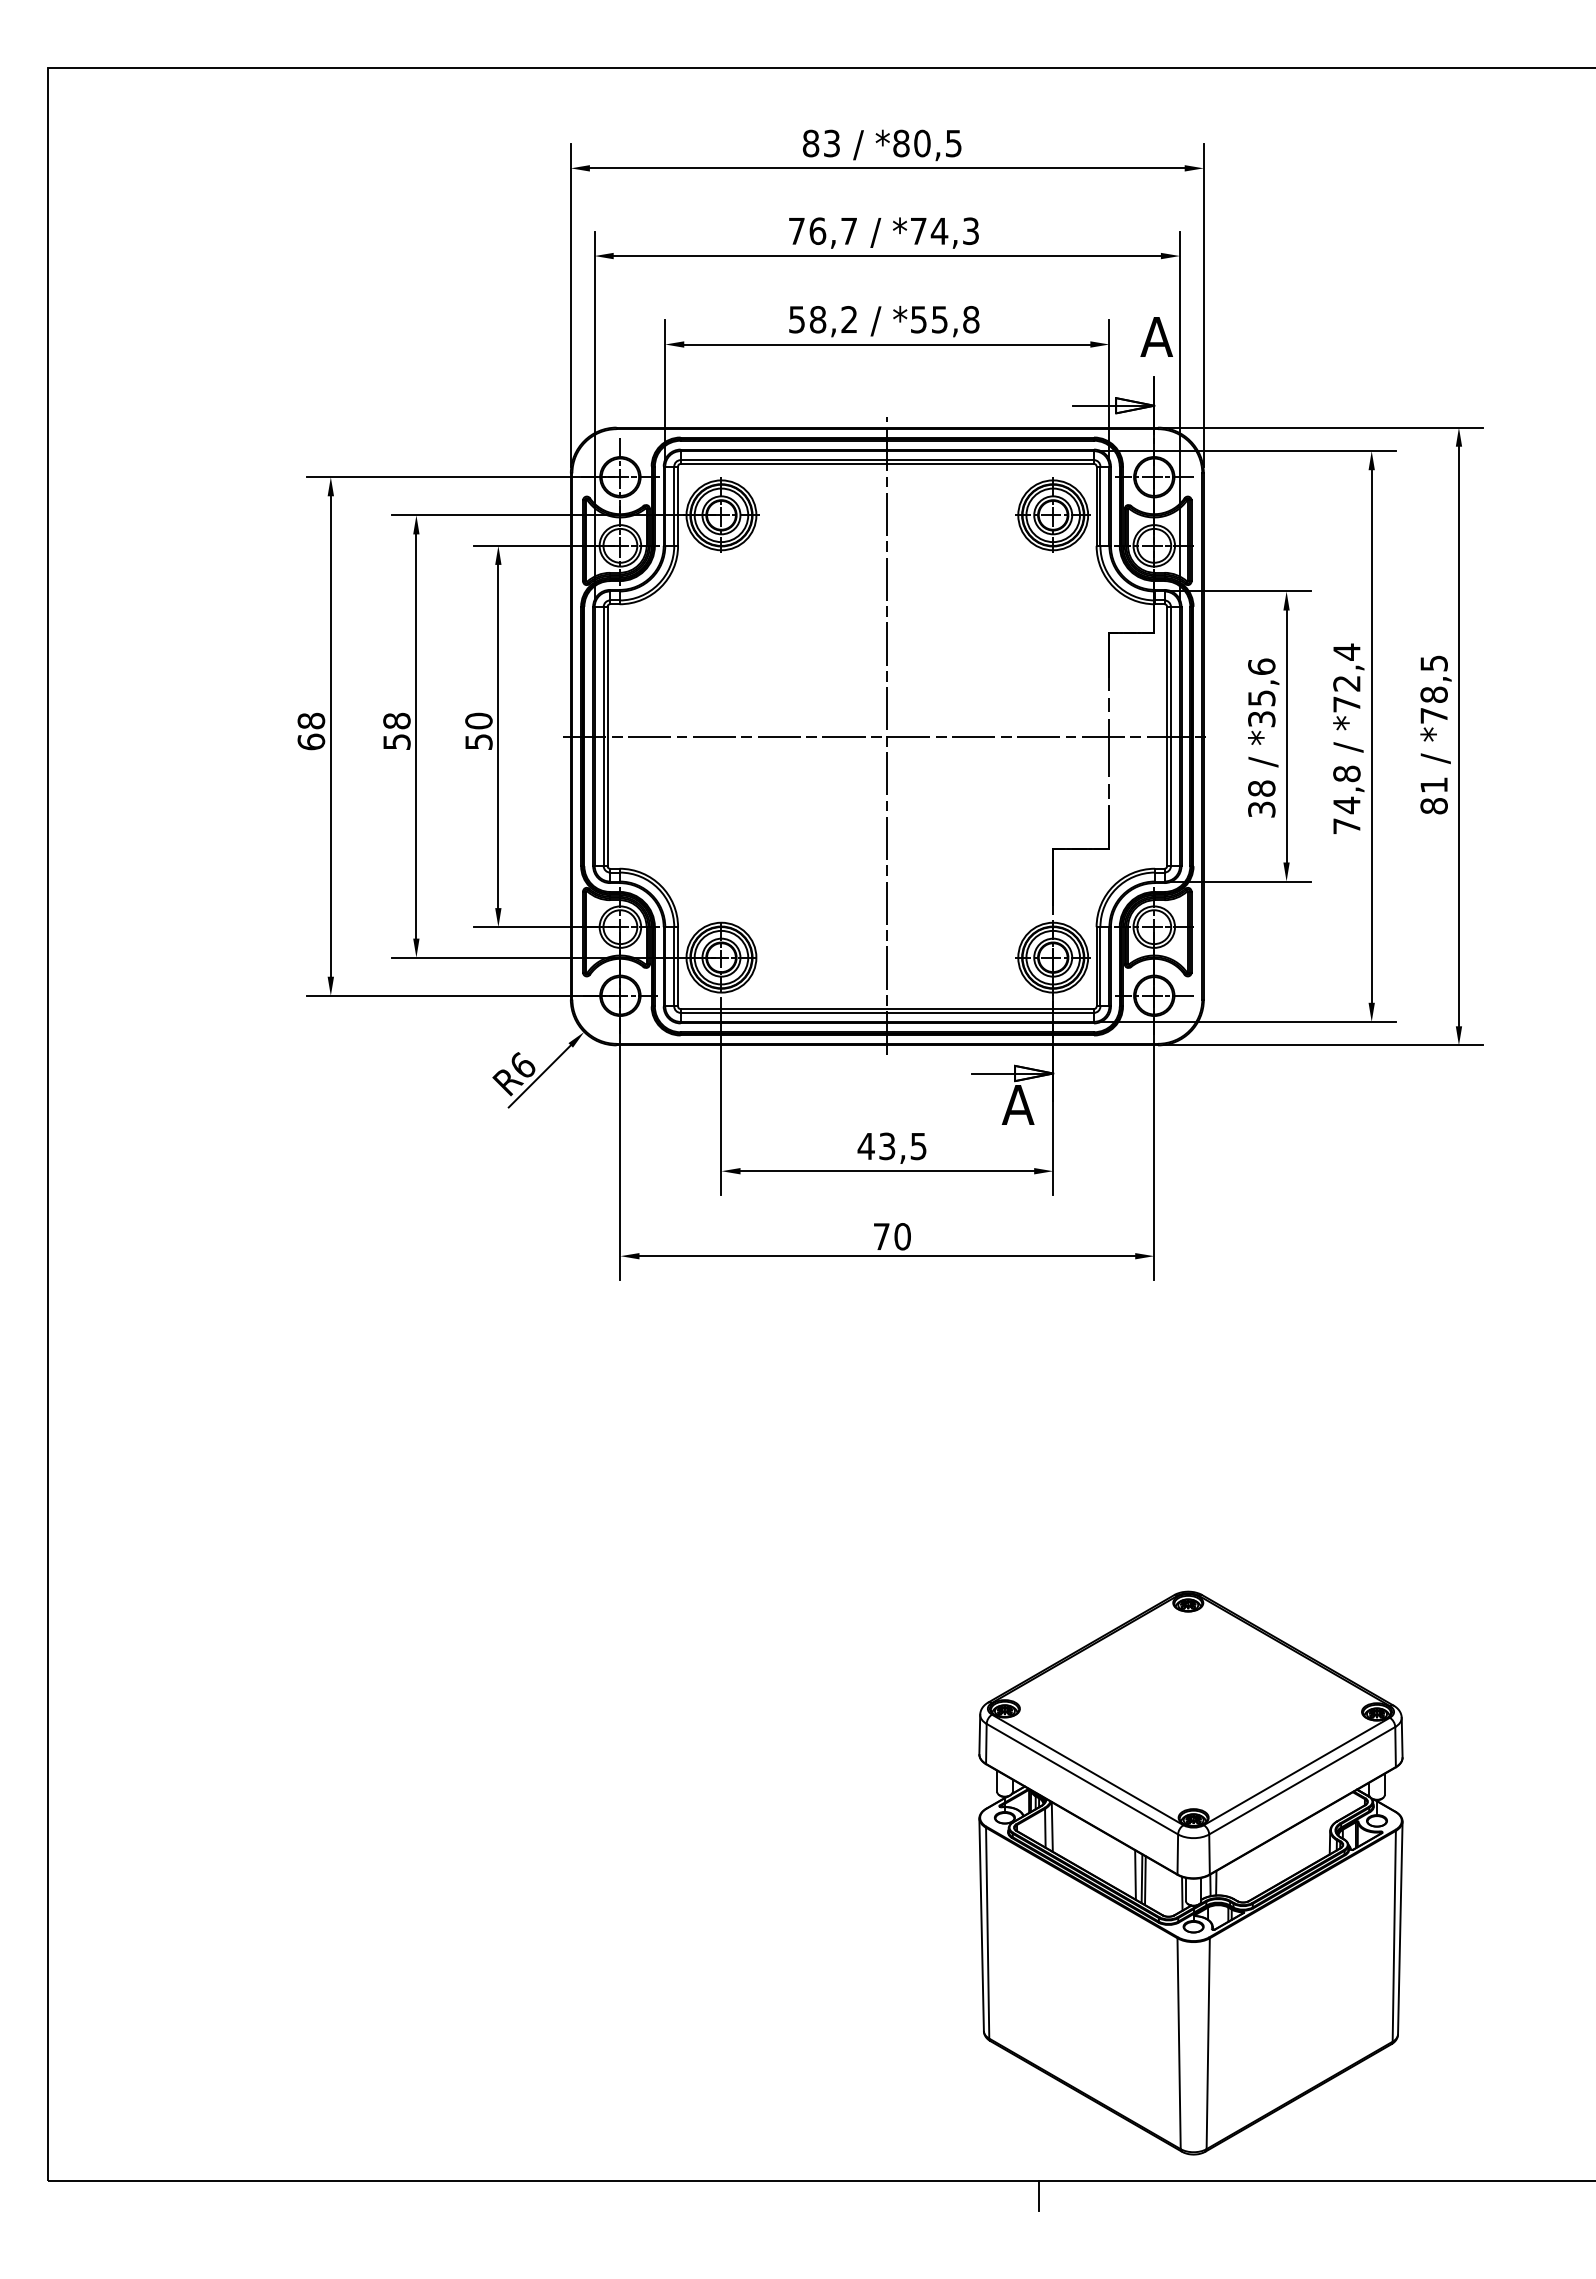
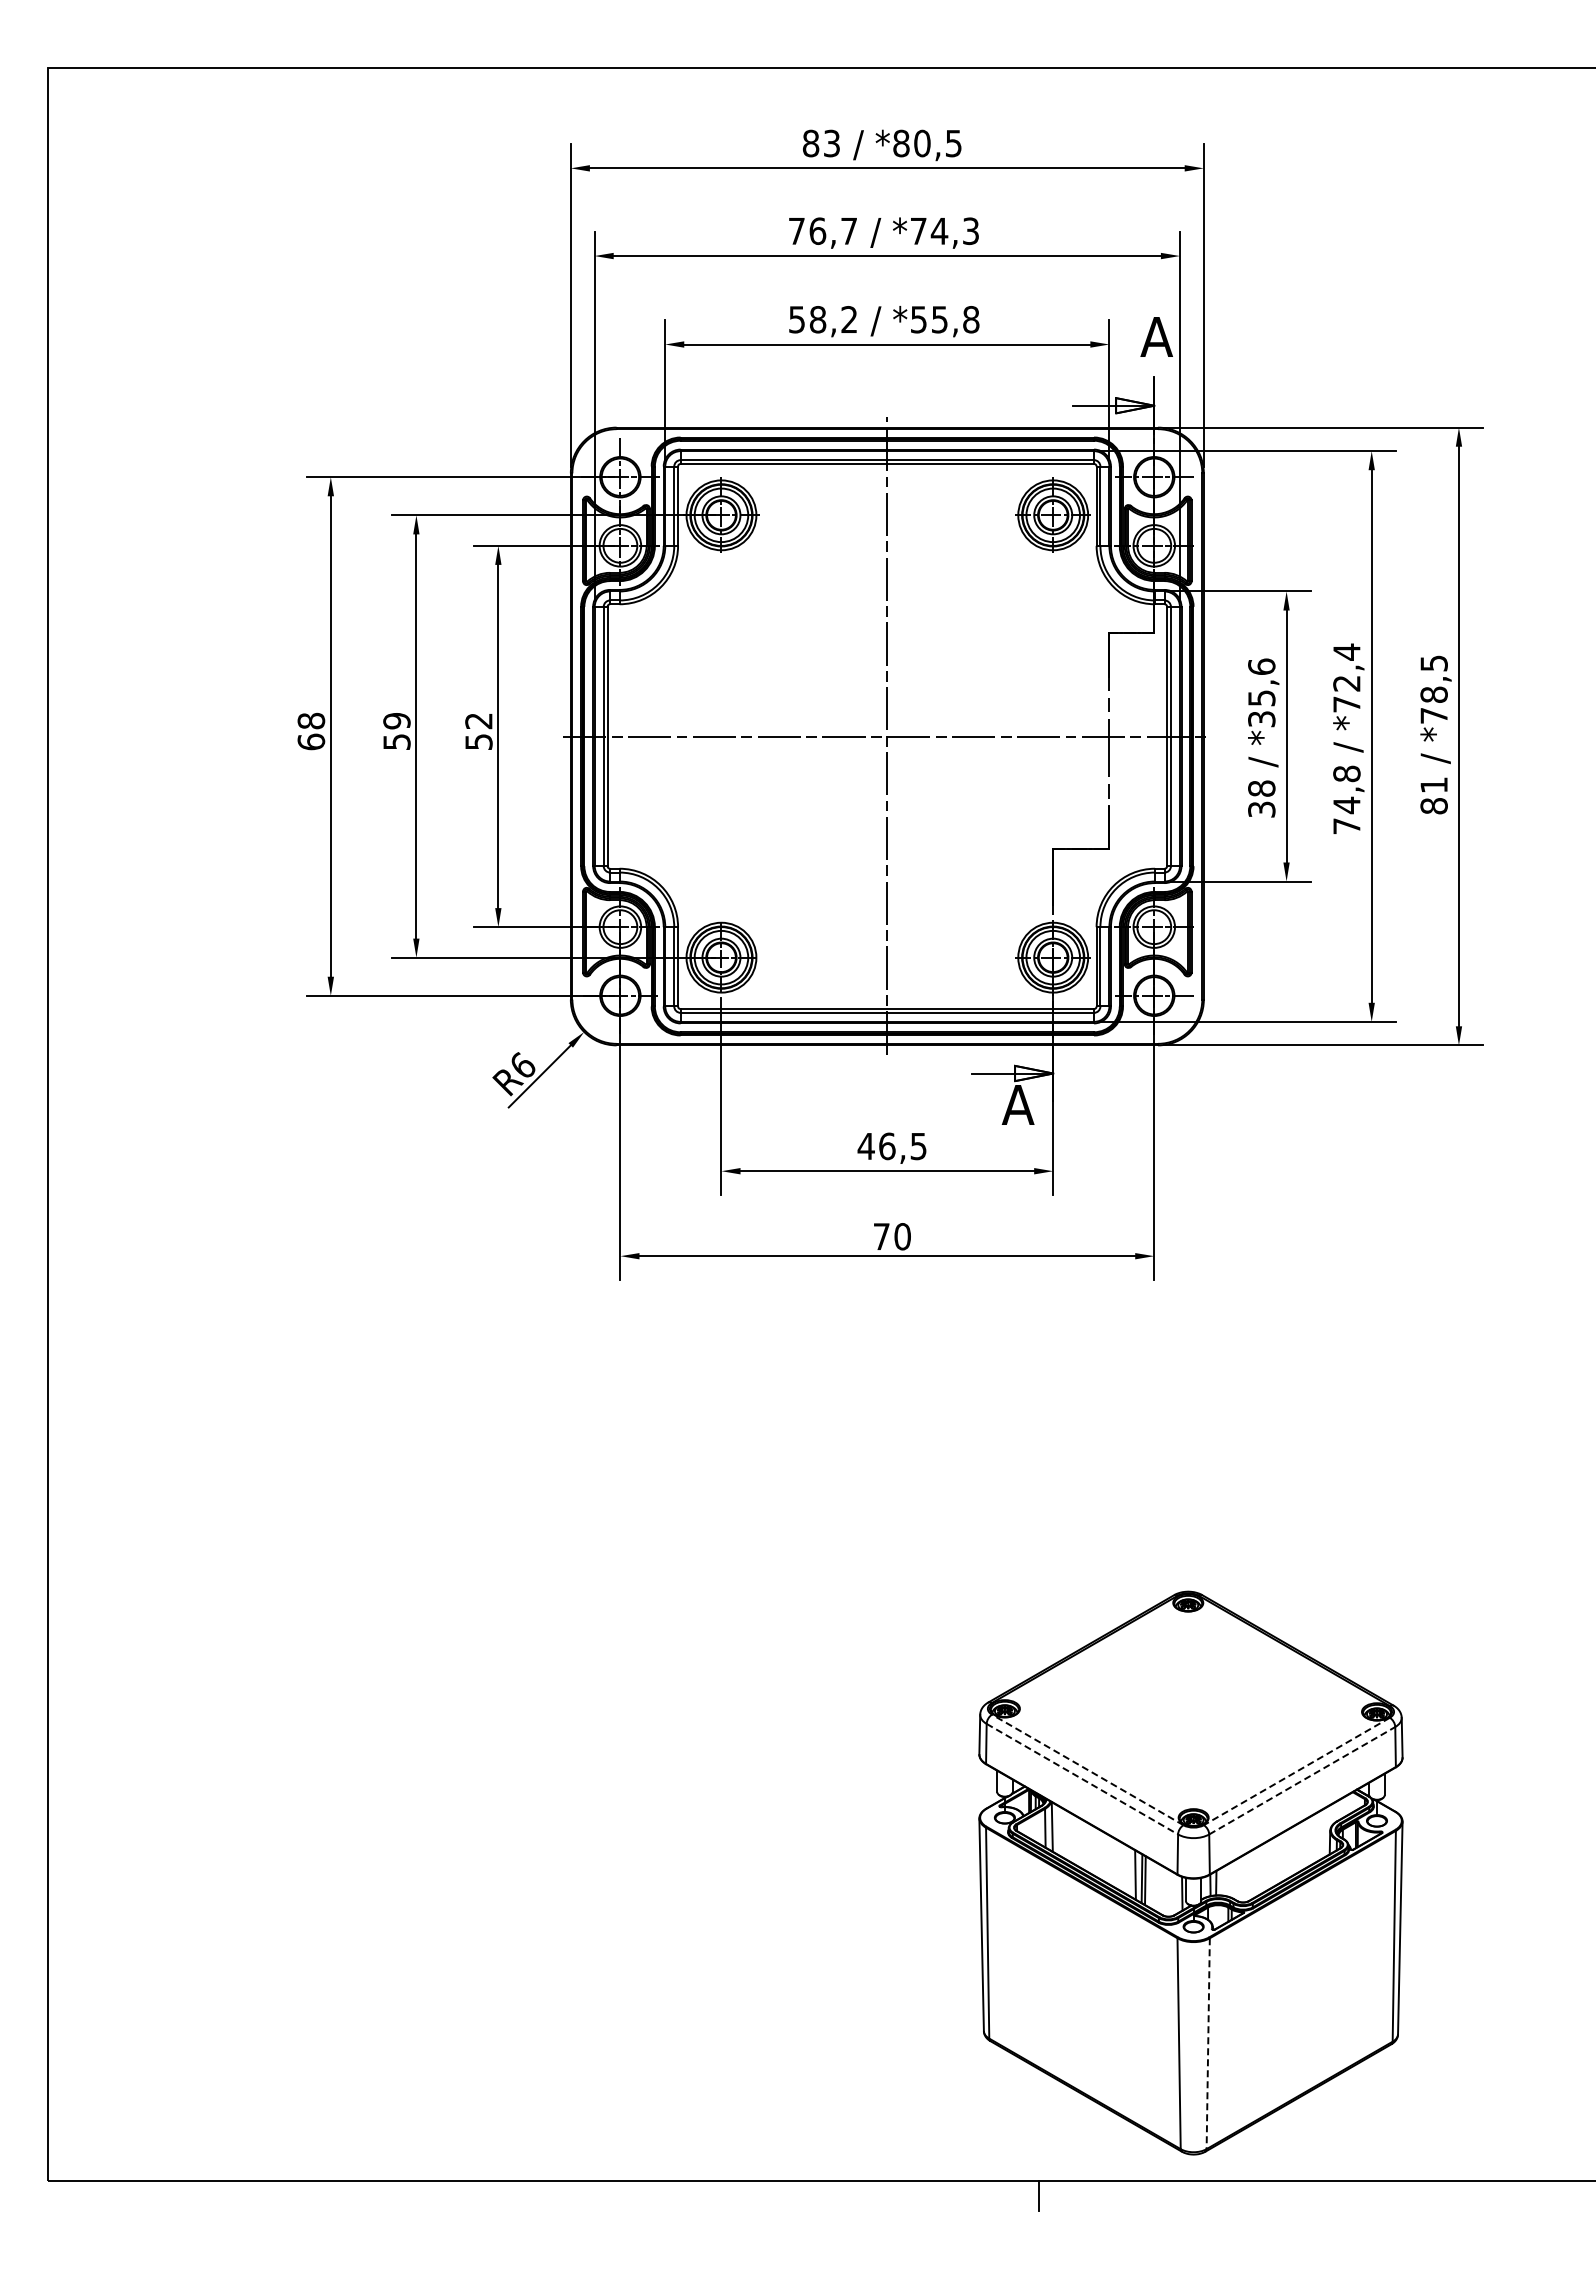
text at (396, 720): 58 -> 59
text at (478, 720): 50 -> 52
text at (887, 1146): 43,5 -> 46,5
line at (1087, 1769): solid -> dashed
line at (1296, 1771): solid -> dashed
line at (1082, 1779): solid -> dashed
line at (1302, 1780): solid -> dashed
line at (1208, 2044): solid -> dashed
